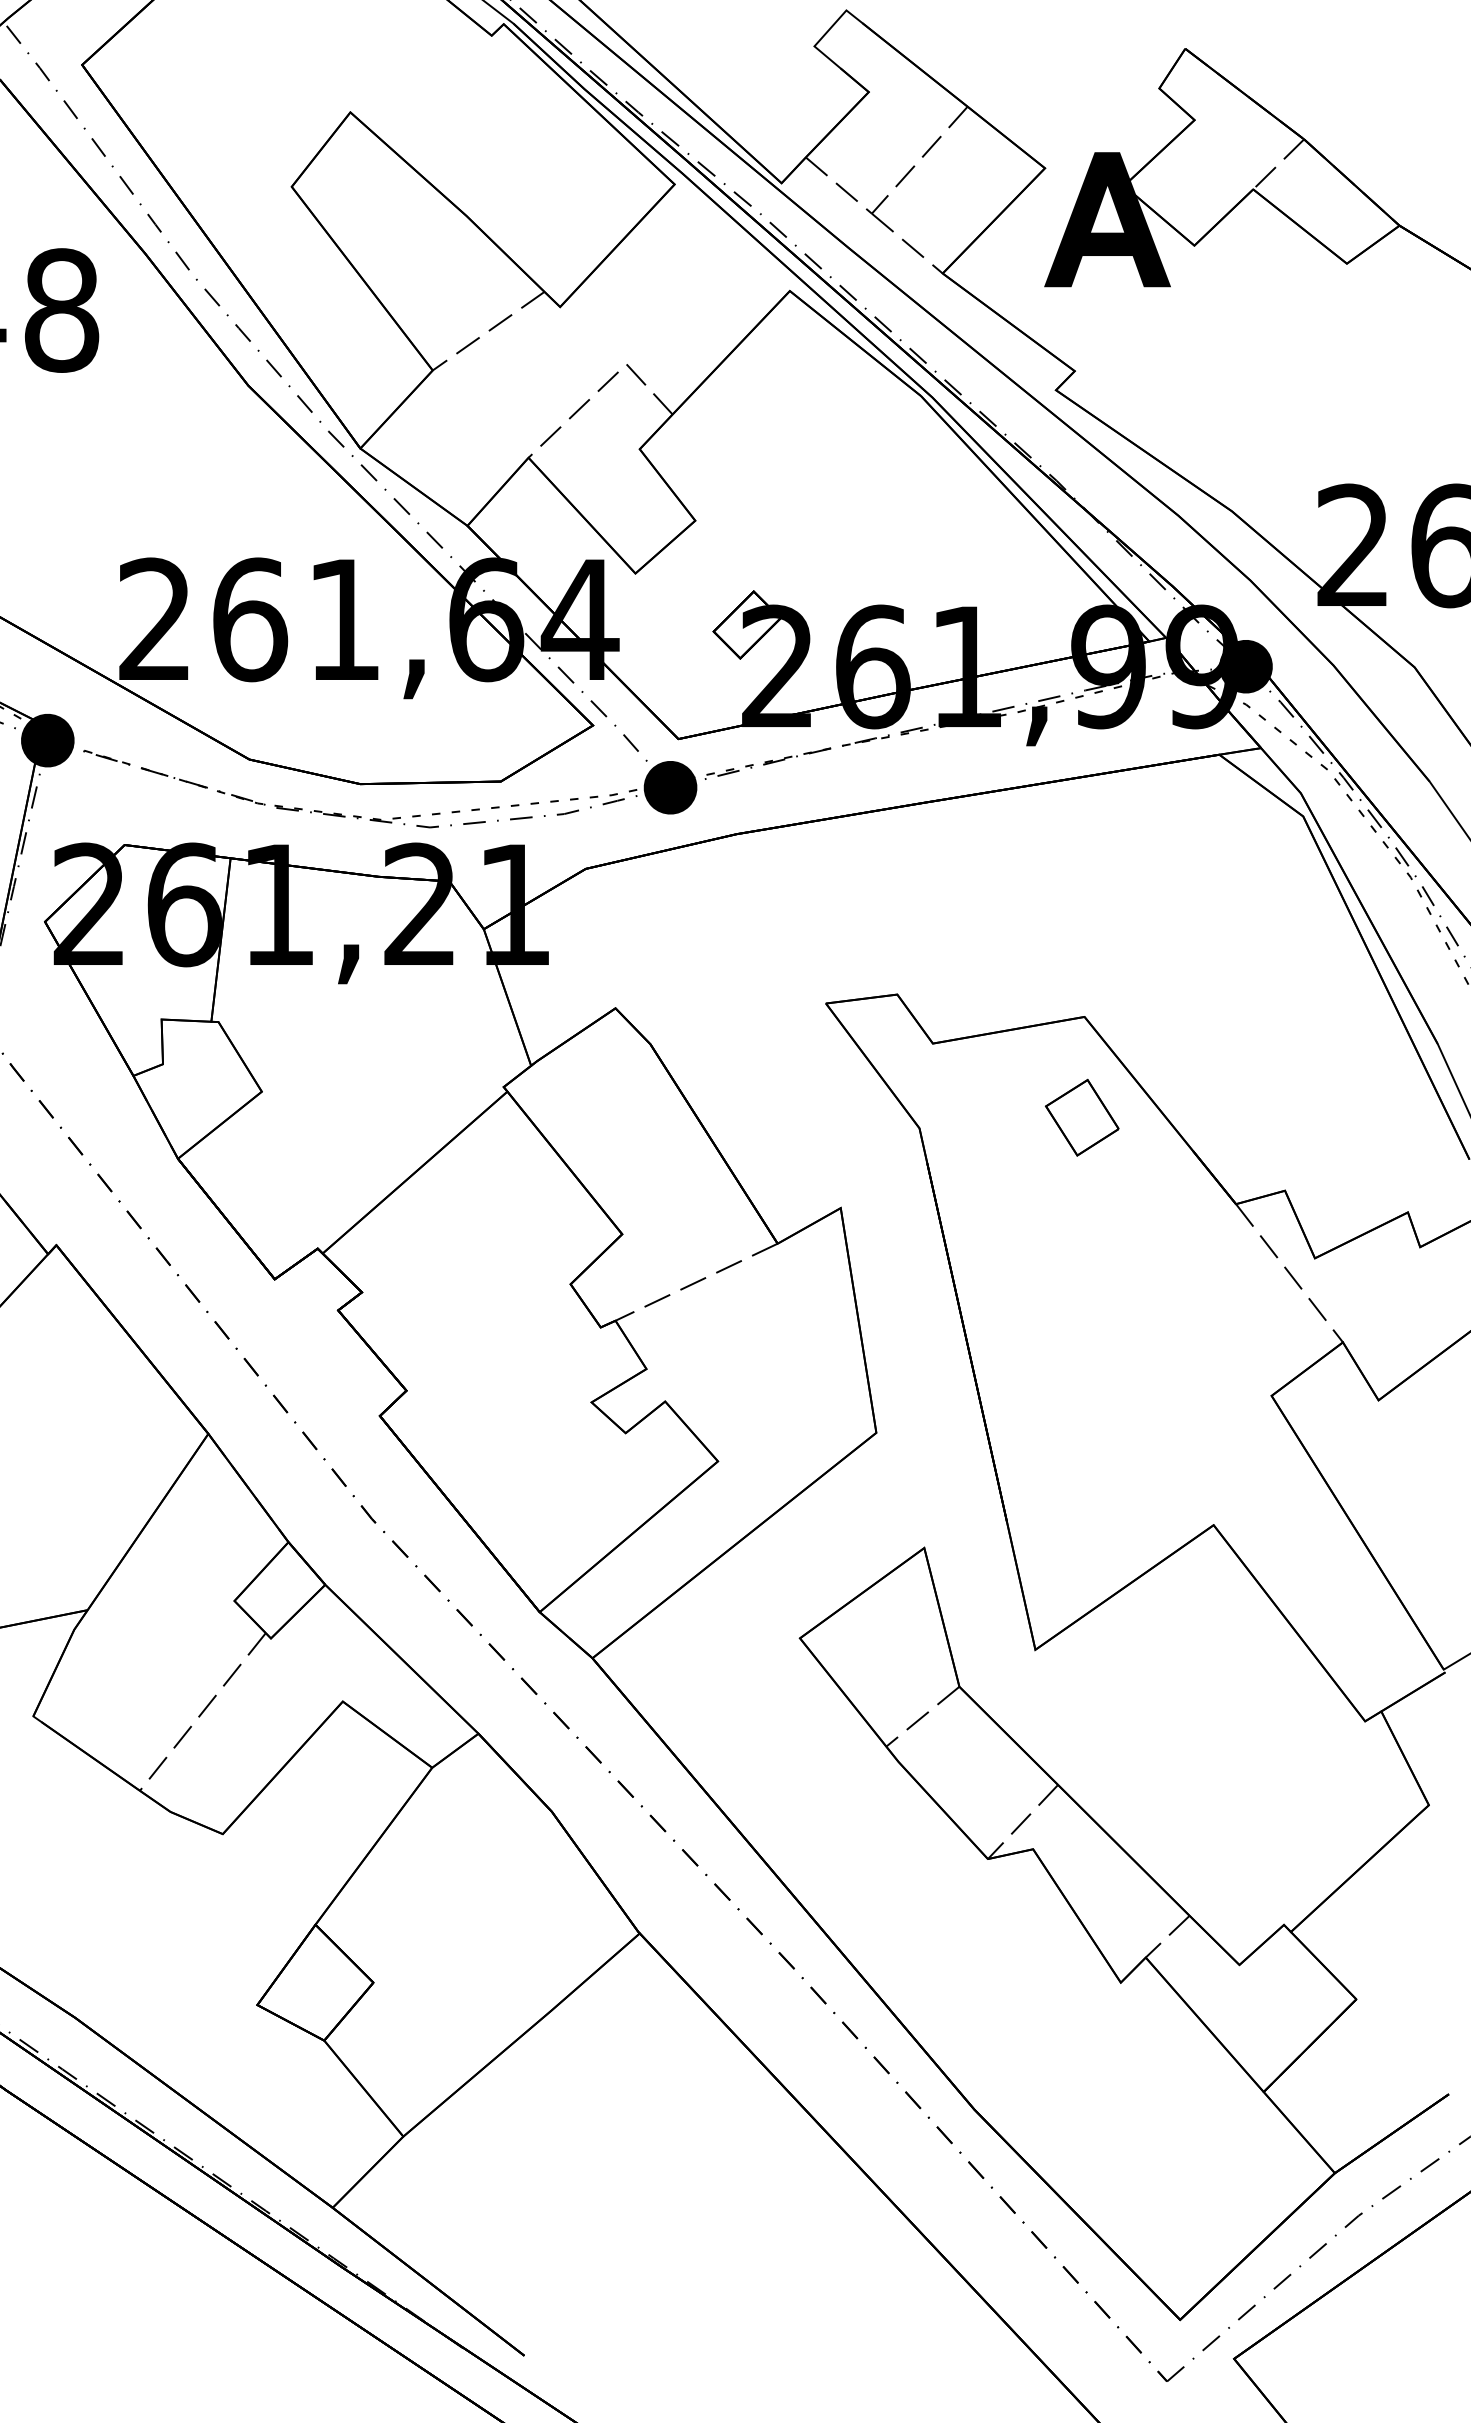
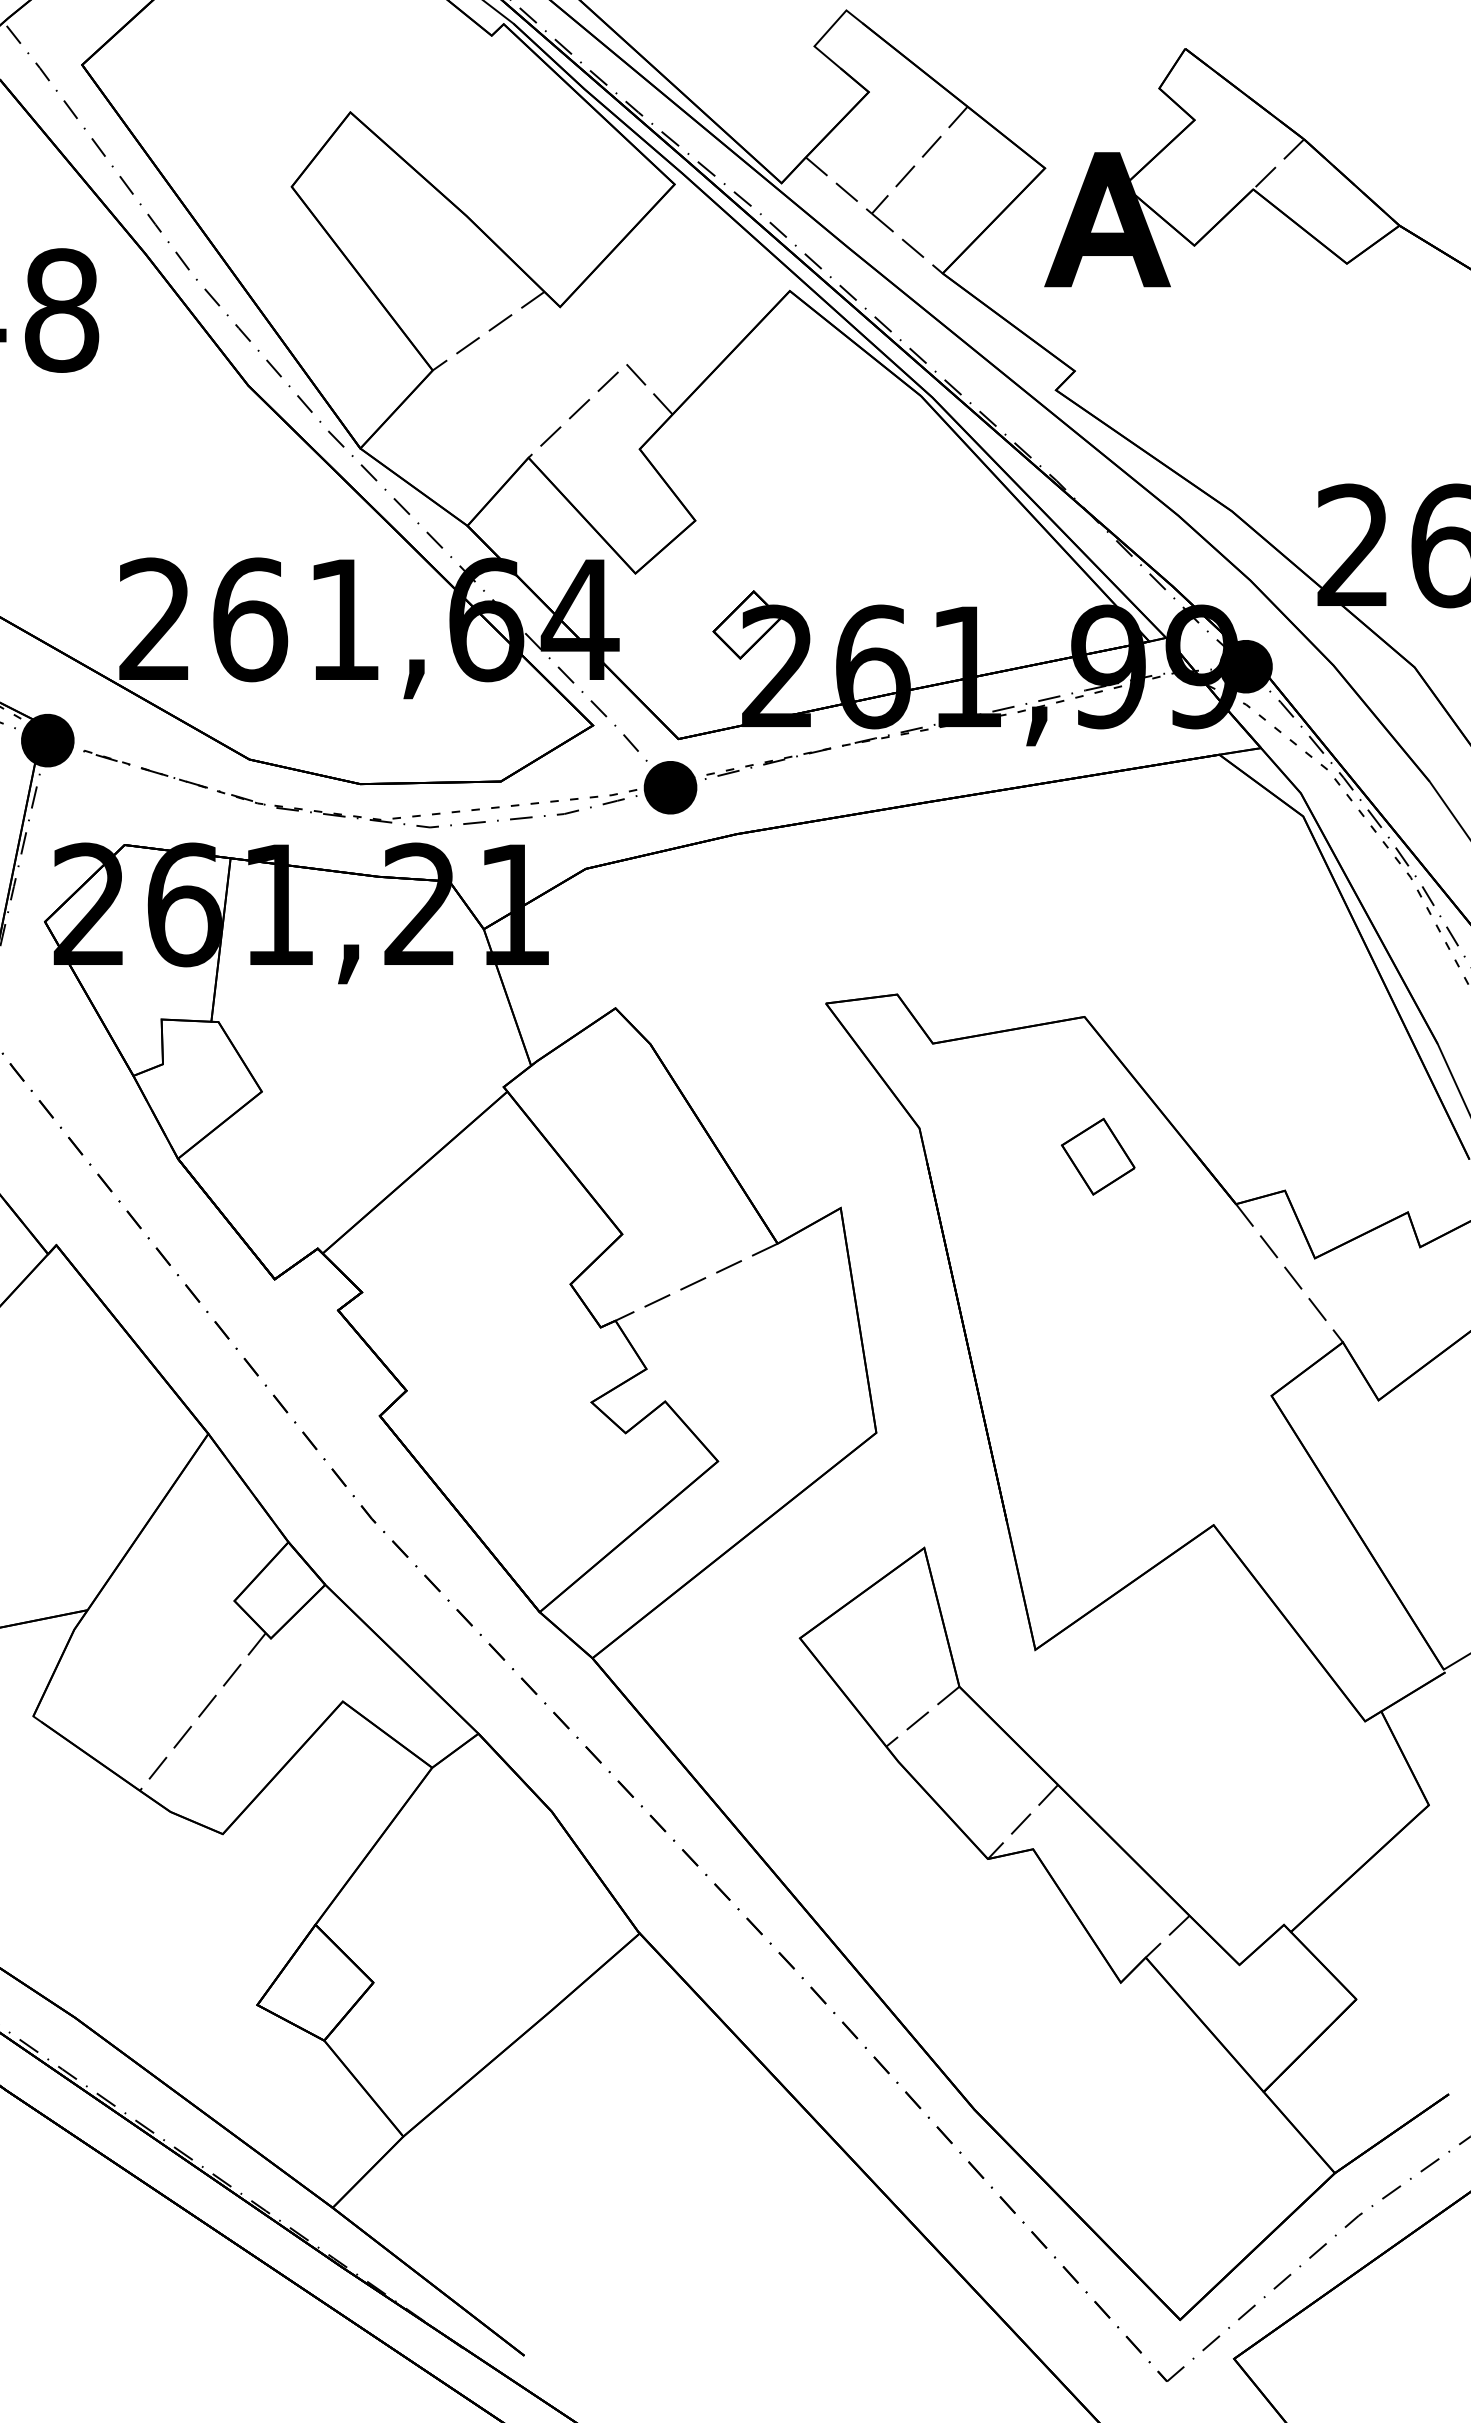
part at (1082, 1117) position: (1082, 1117) -> (1098, 1156)
